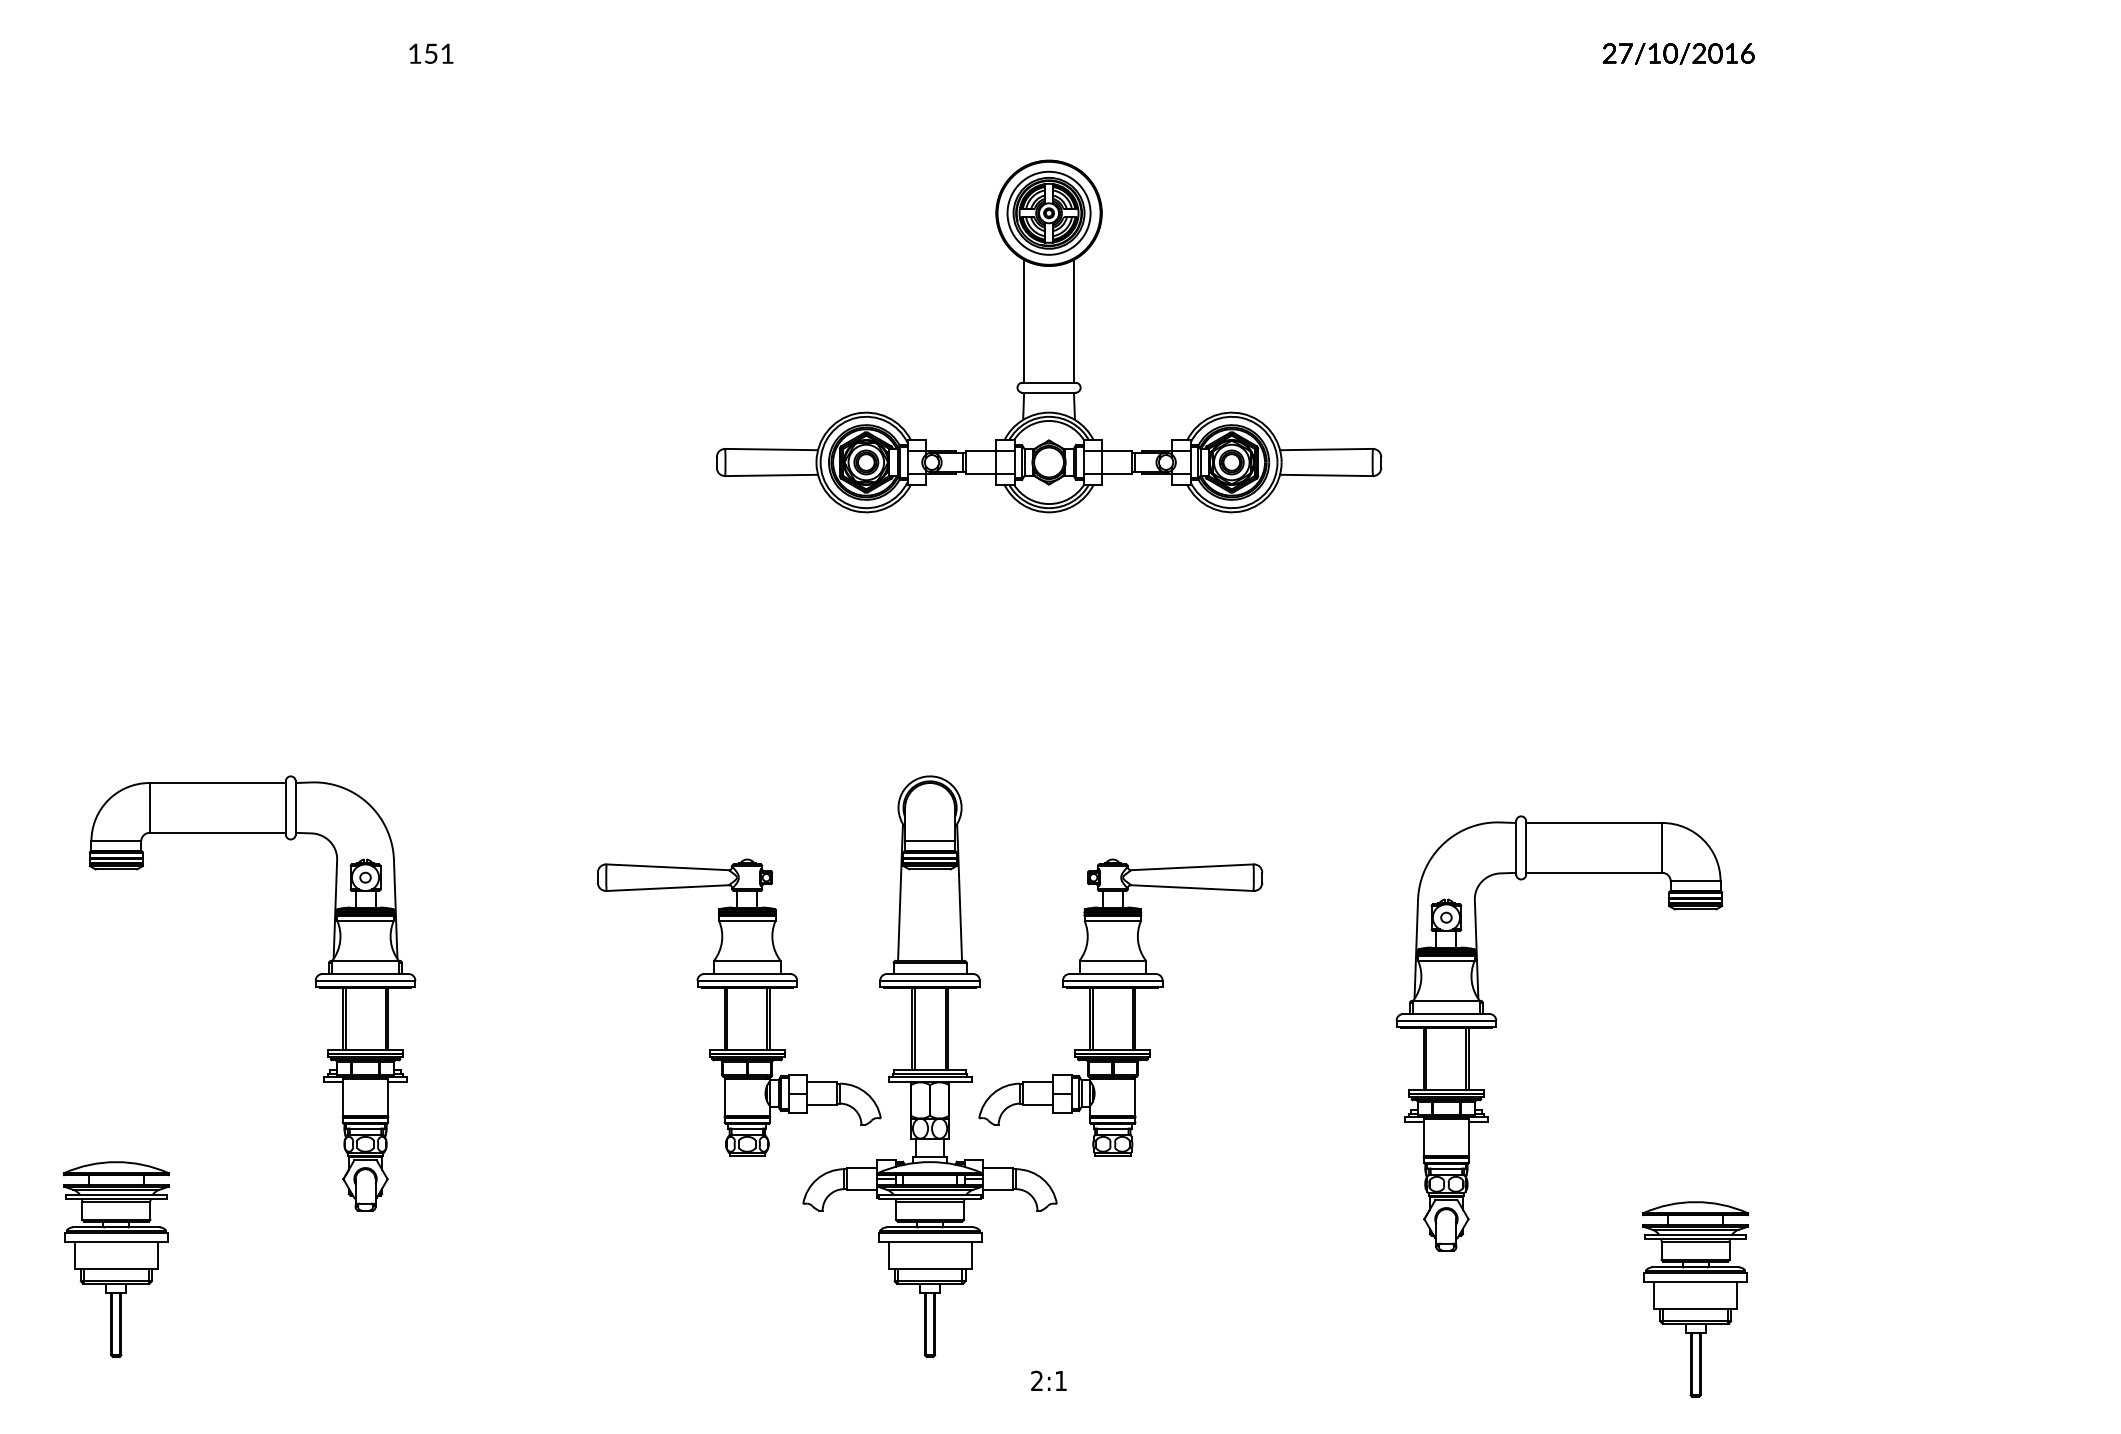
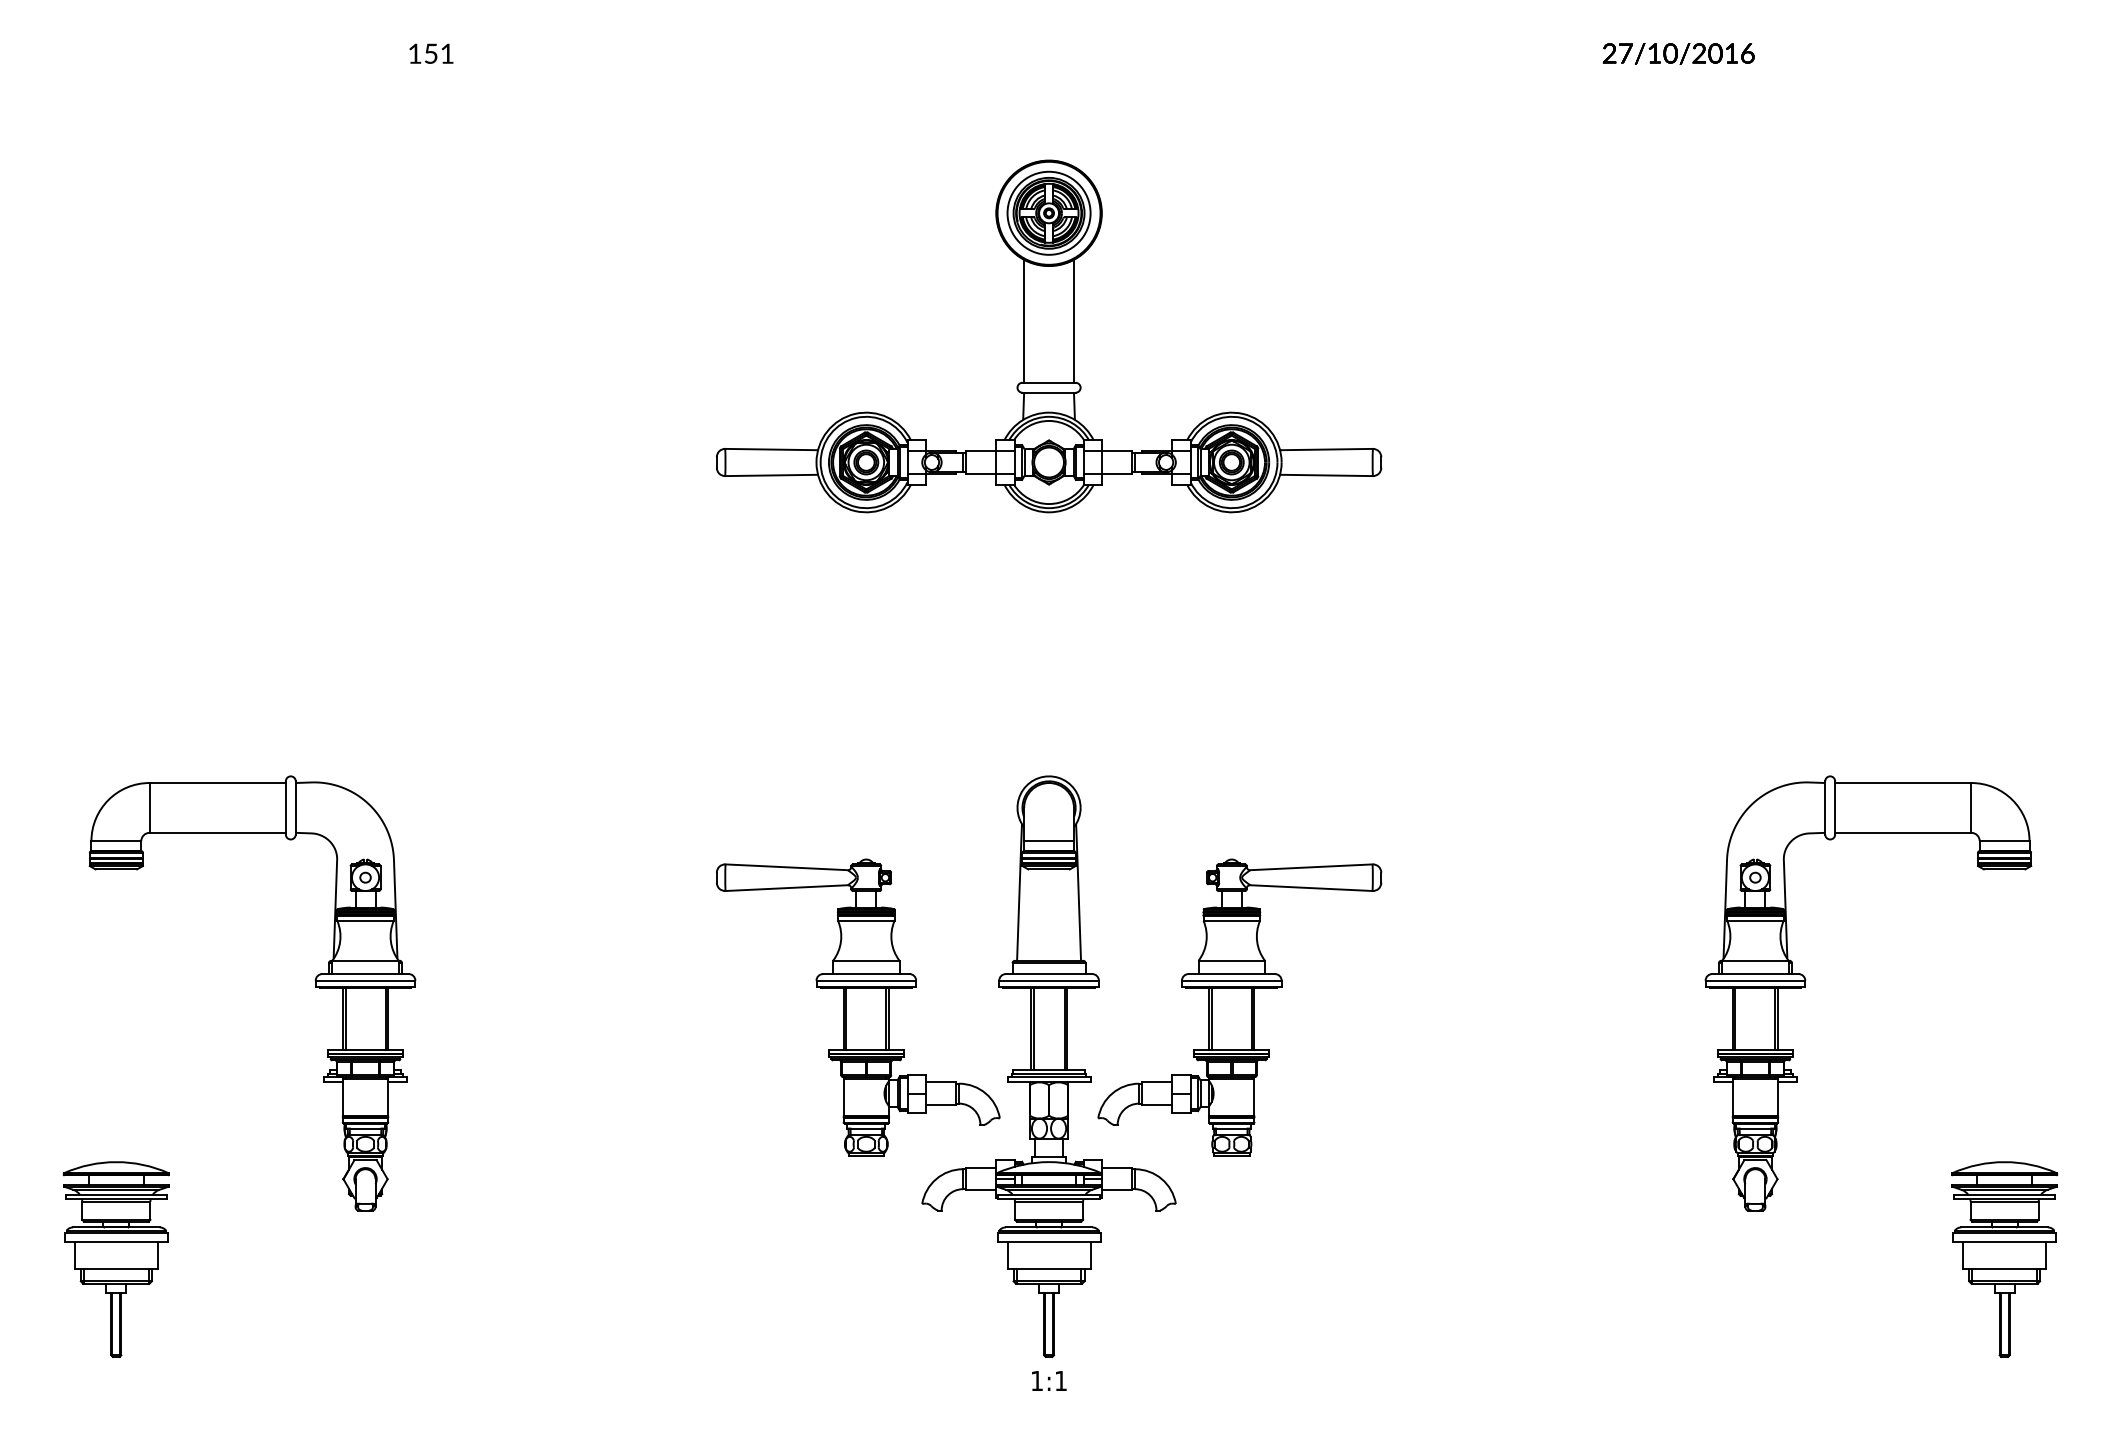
part at (930, 1066) position: (930, 1066) -> (1049, 1066)
part at (1488, 1116) position: (1488, 1116) -> (1797, 1076)
text at (1036, 1380): 2:1 -> 1:1
